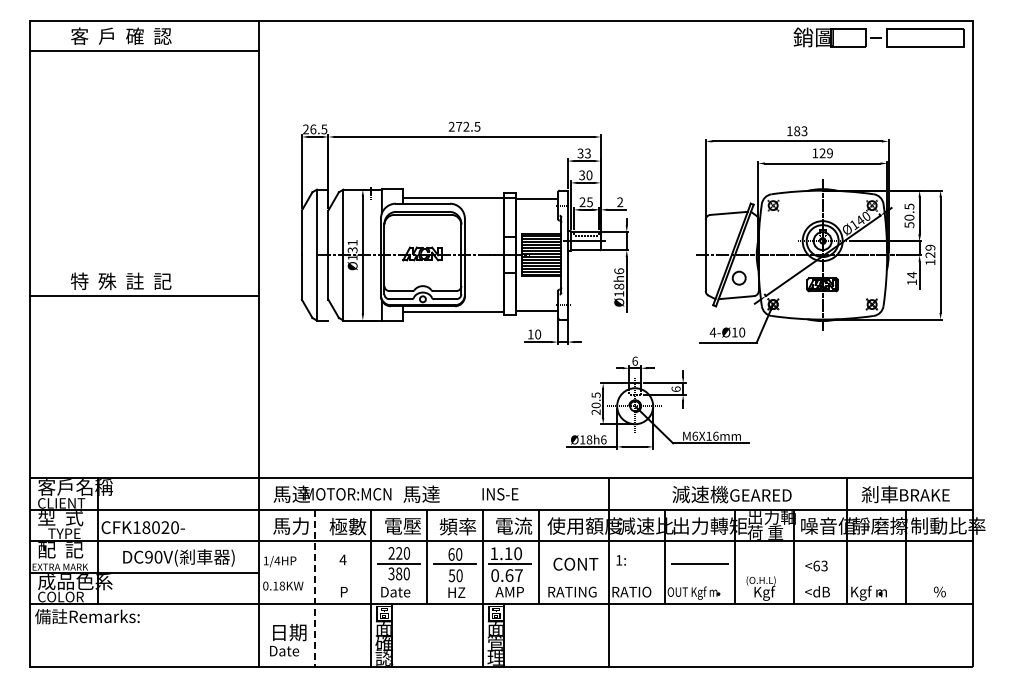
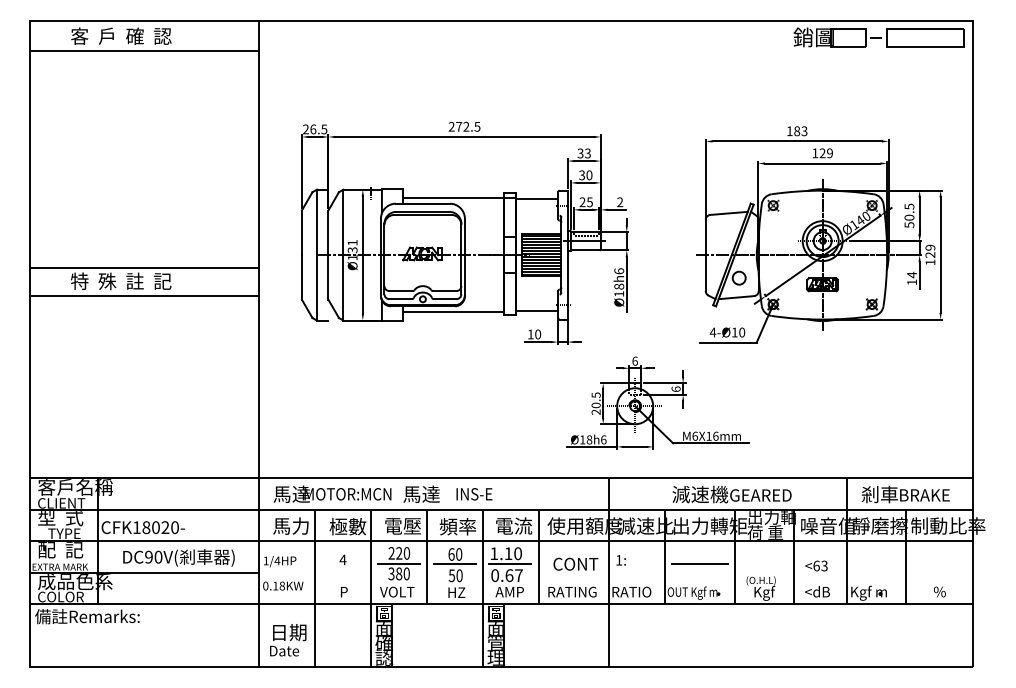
line at (144, 268): none -> present
text at (500, 494) position: (500, 494) -> (474, 494)
line at (314, 588): dashed -> solid
text at (397, 591): Date -> VOLT
